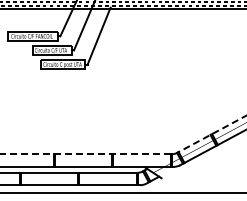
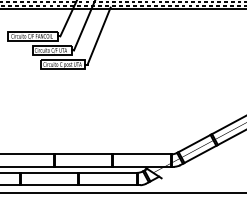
line at (211, 134): dashed -> solid
line at (85, 154): dashed -> solid
